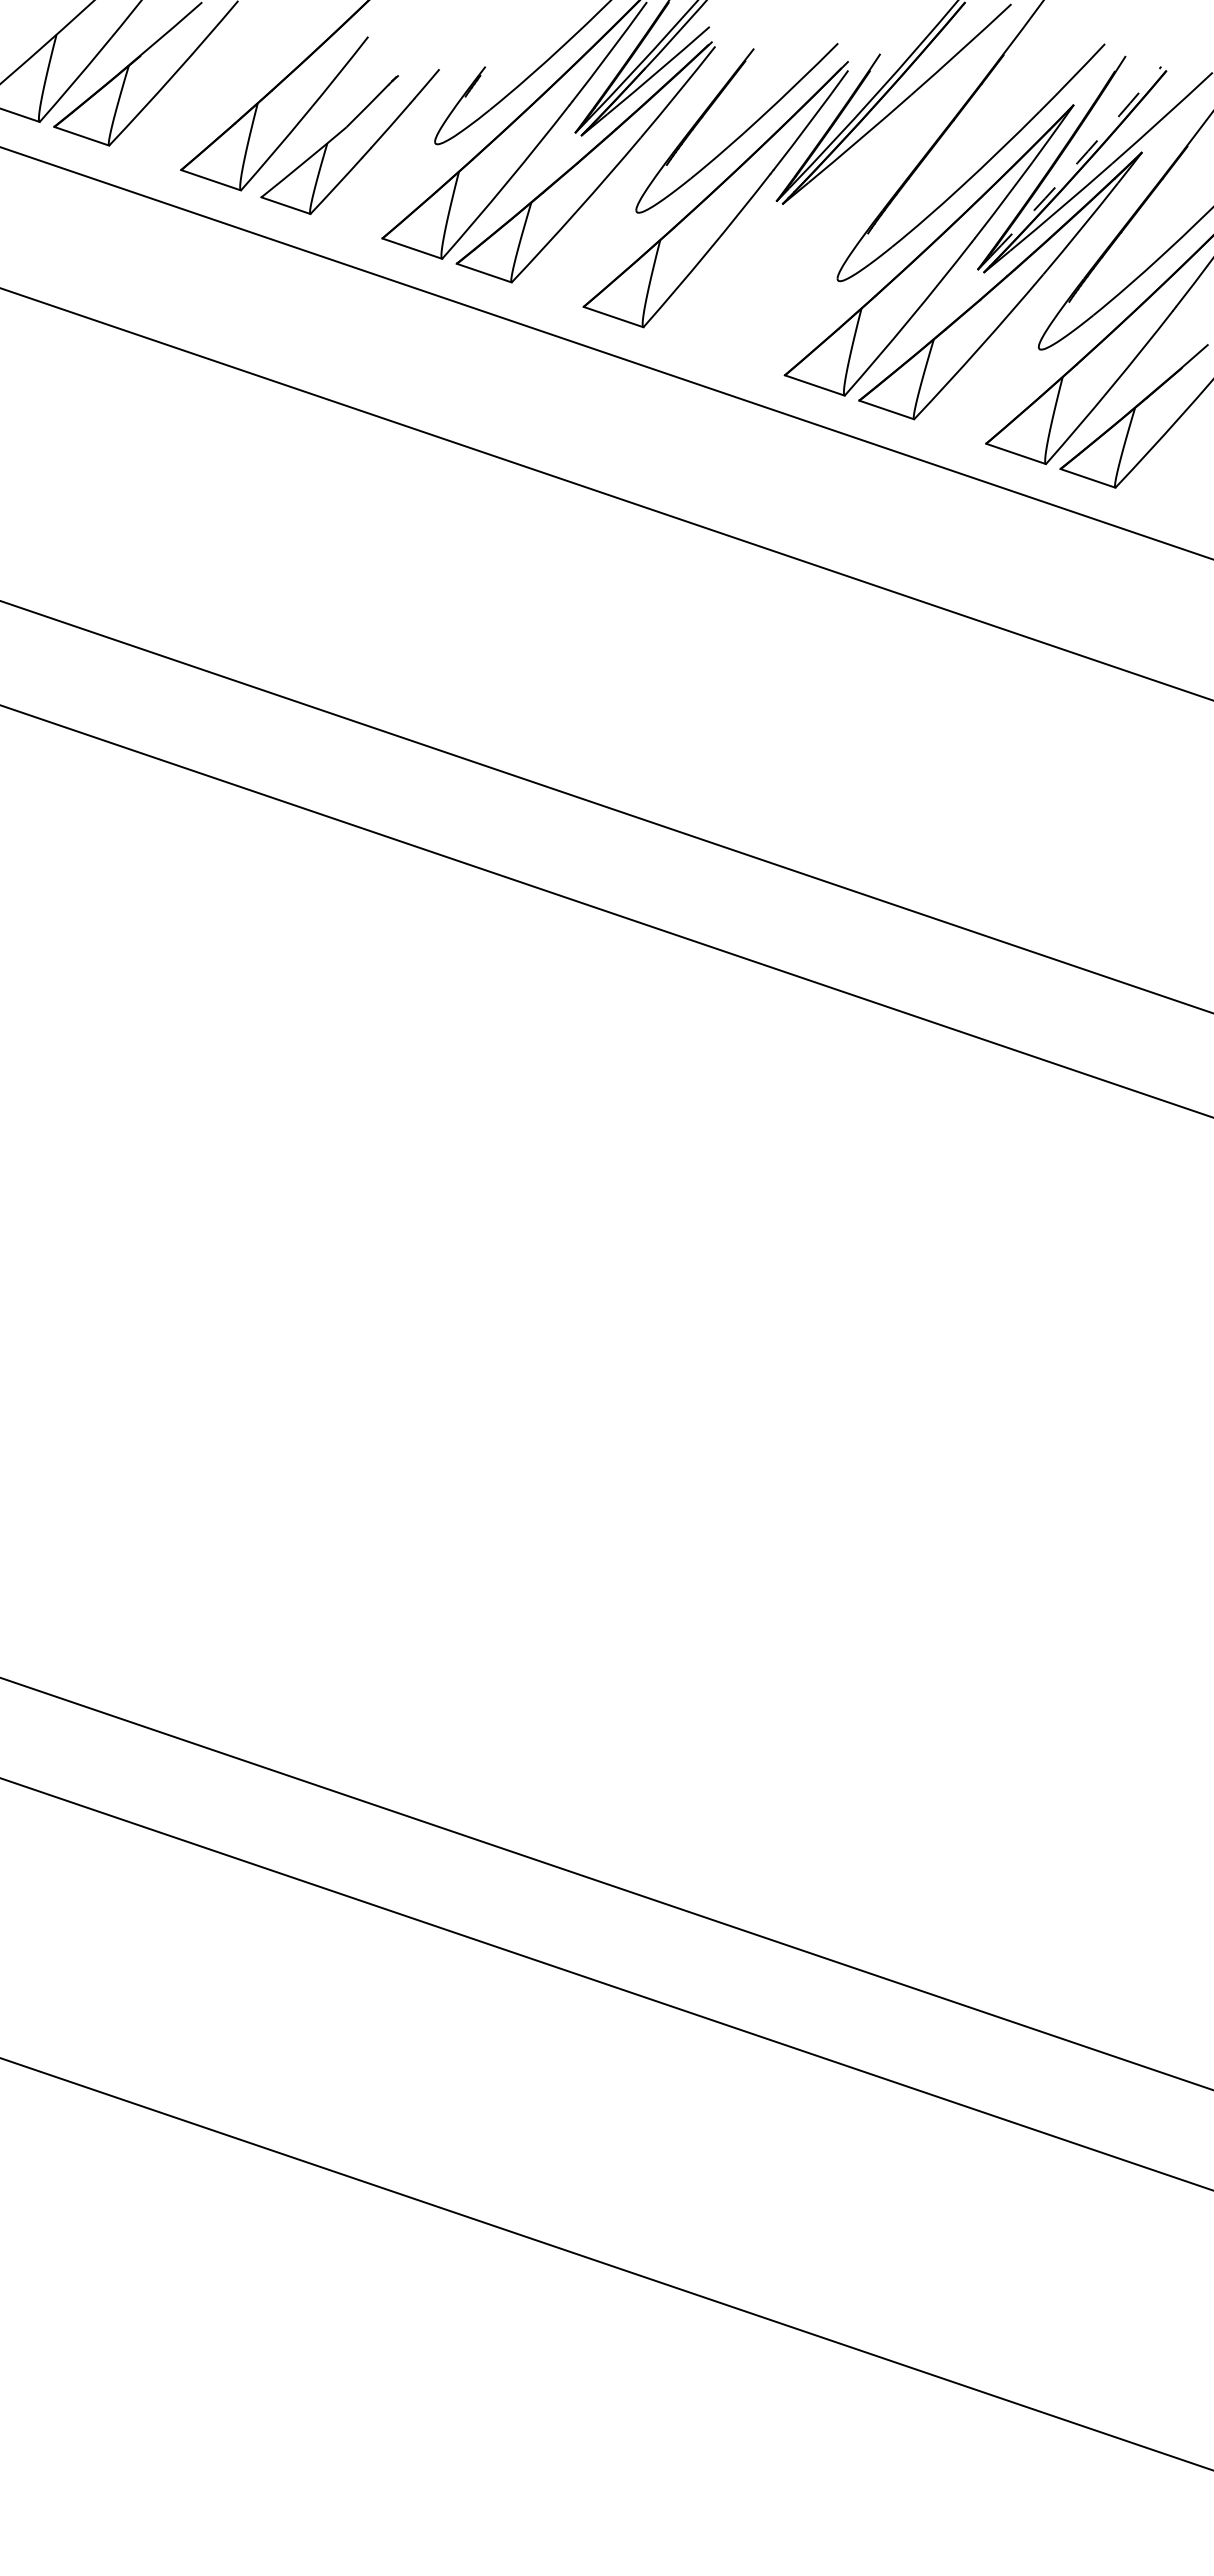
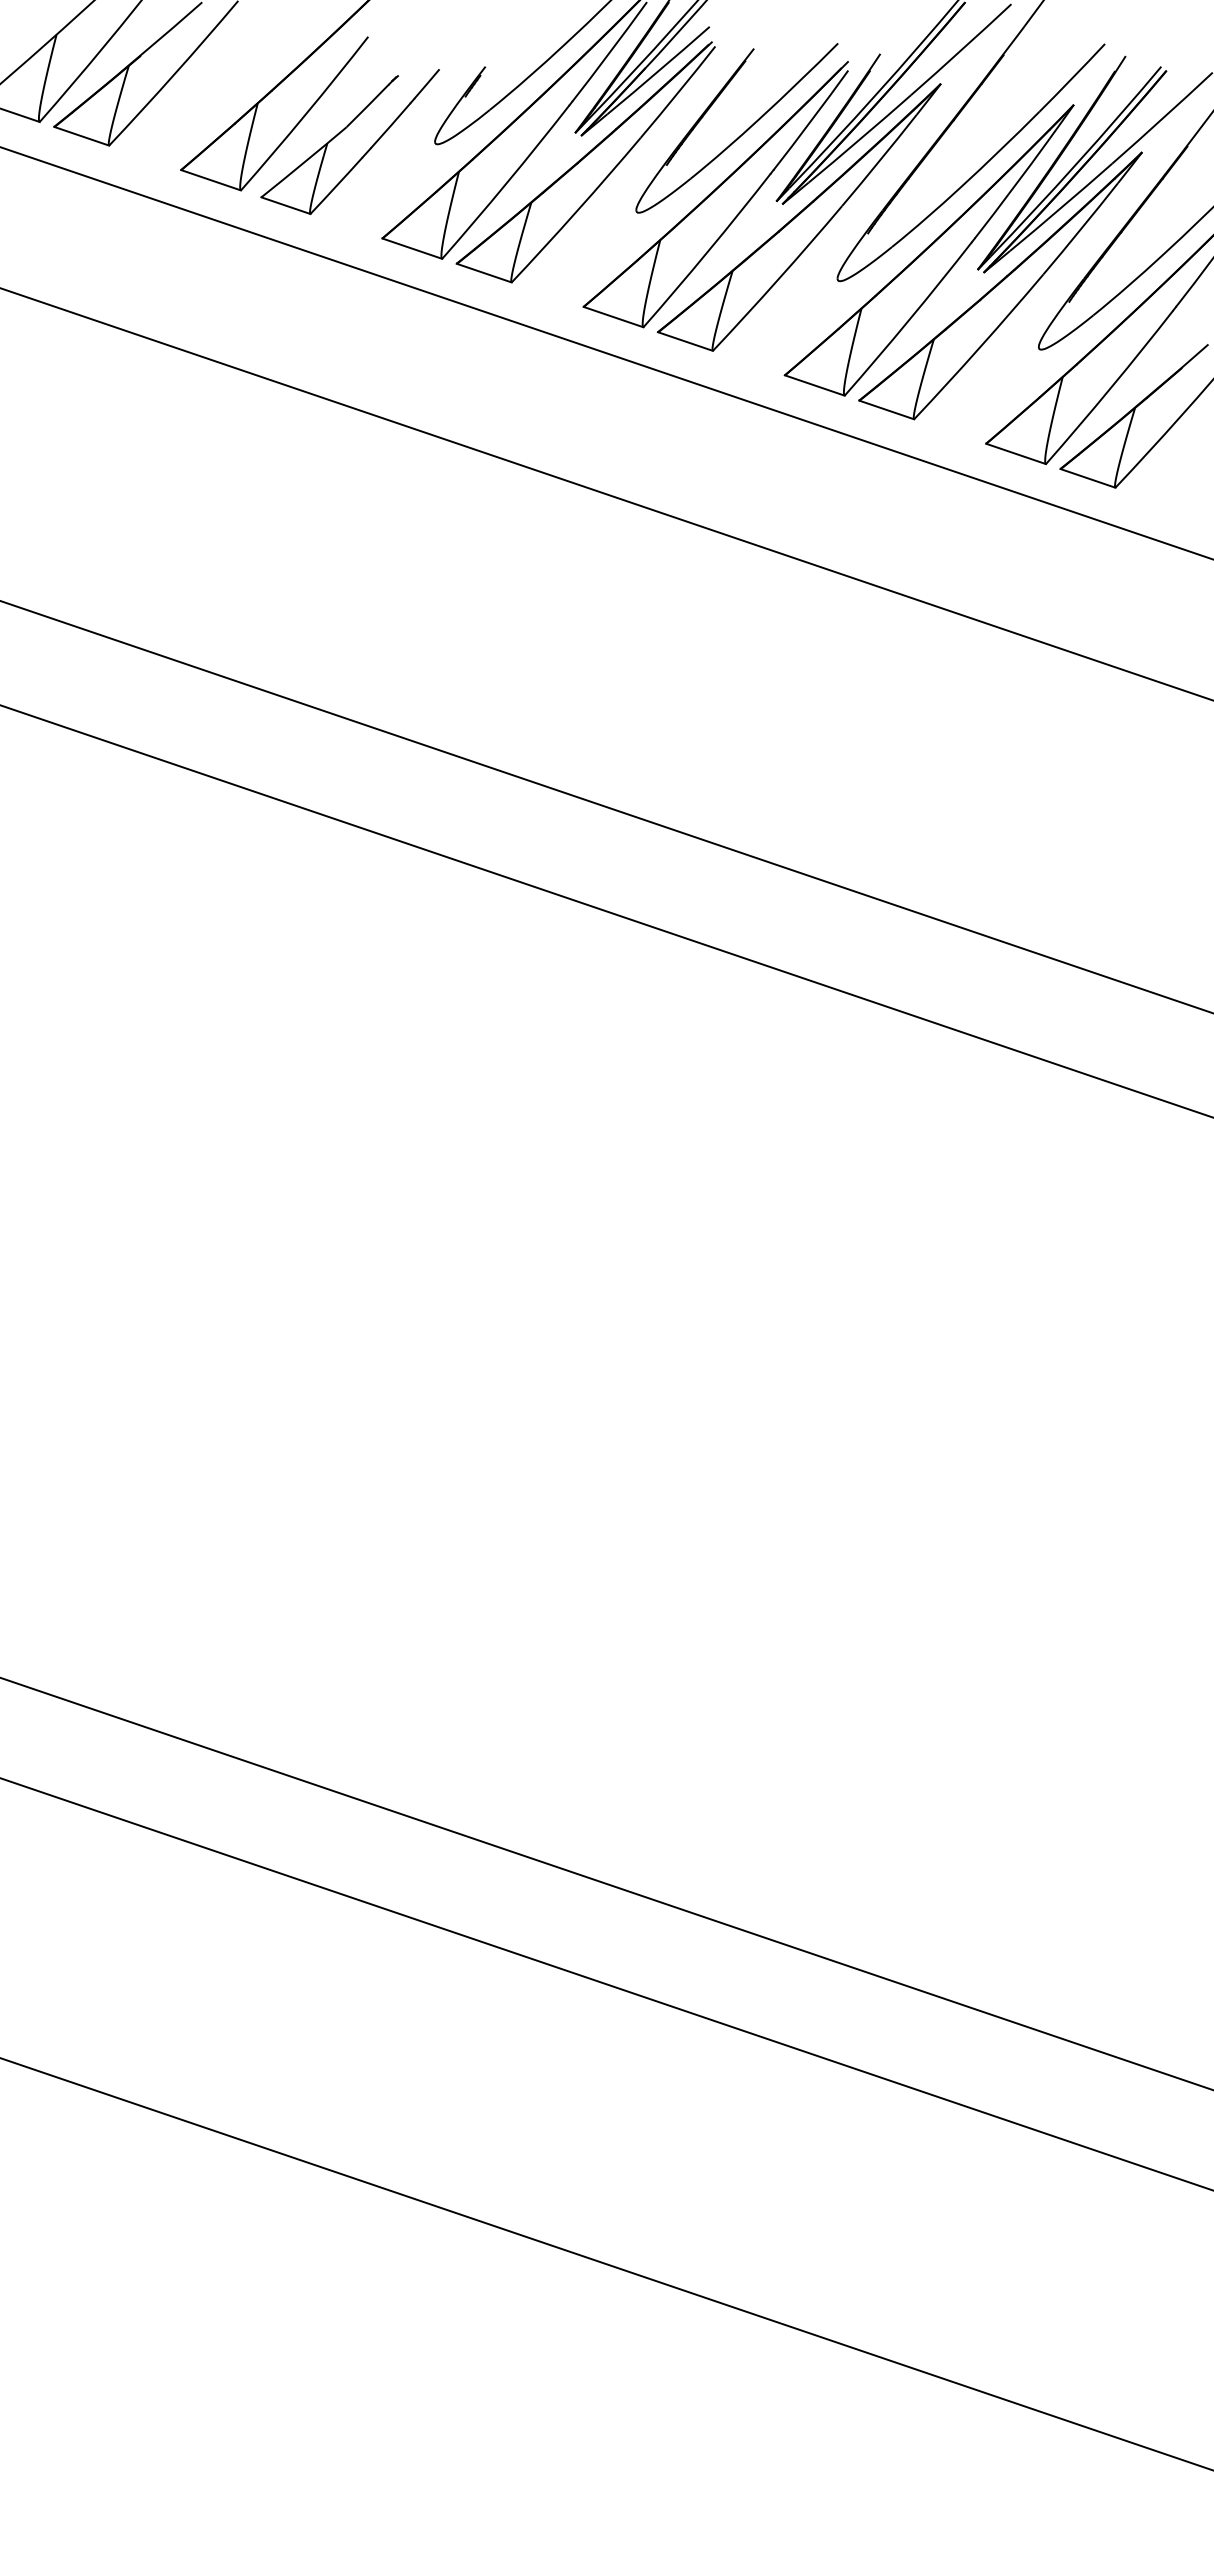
arc at (1077, 163): dashed -> solid
part at (798, 217): none -> present
